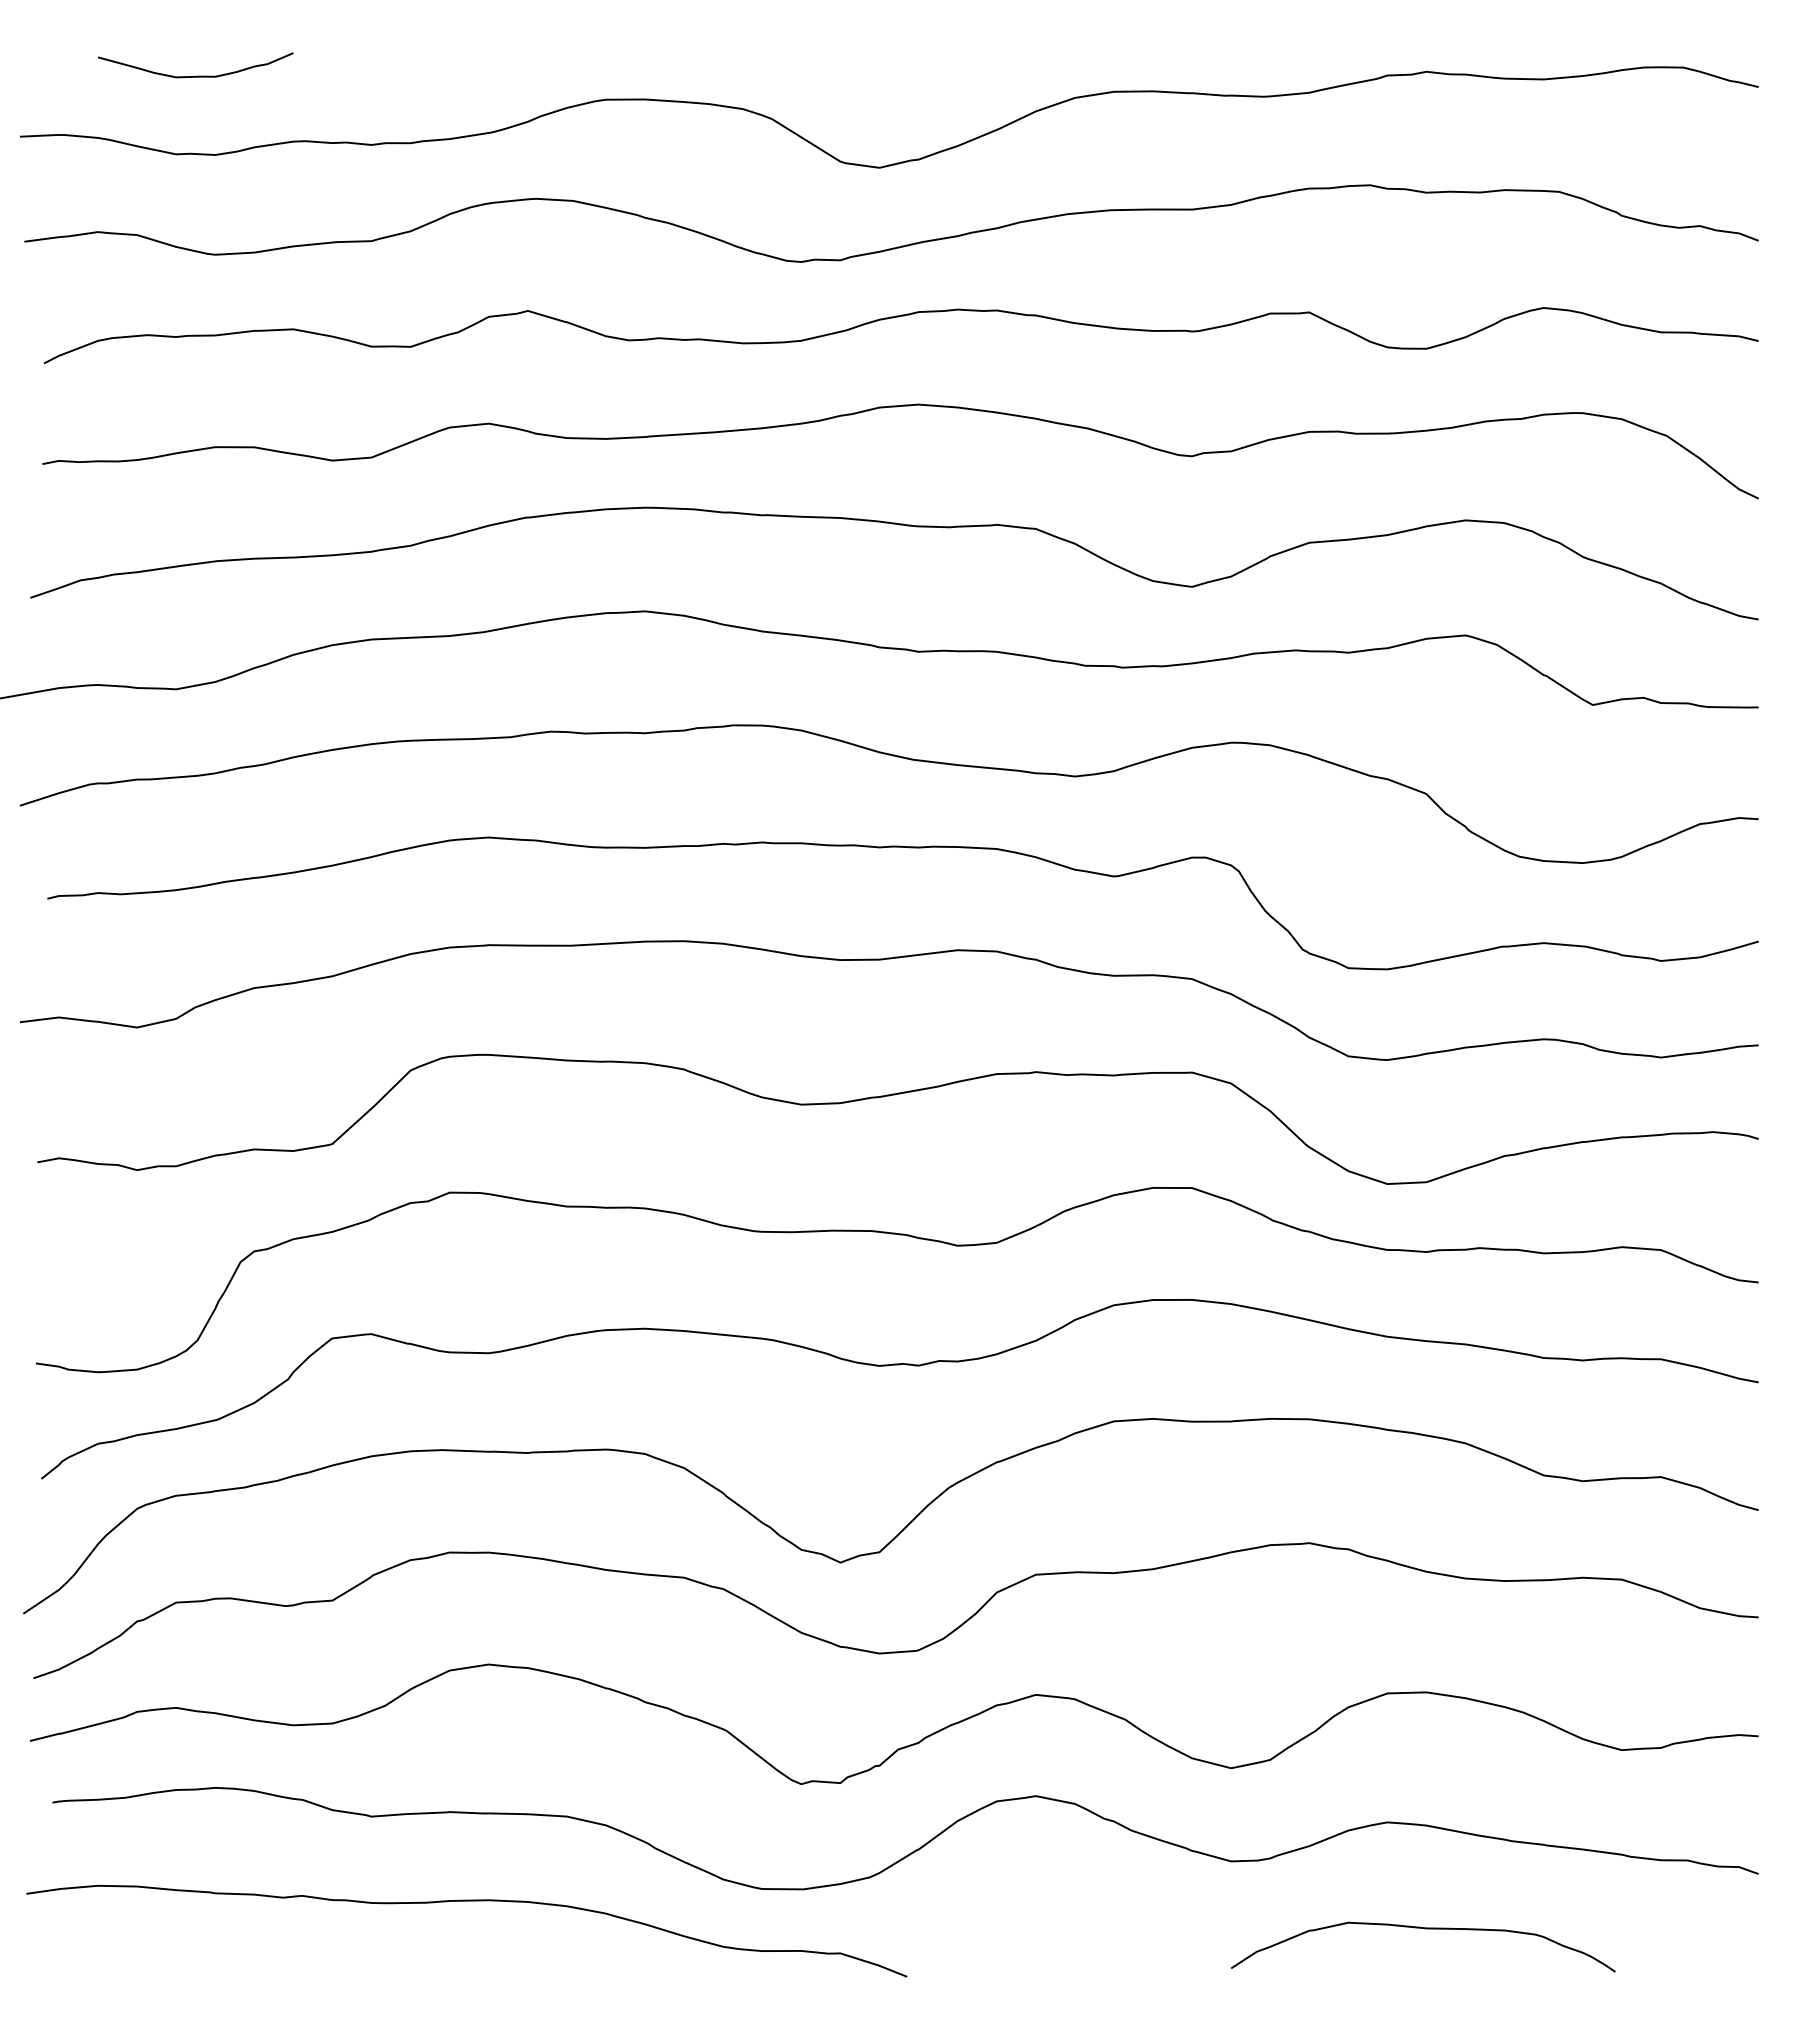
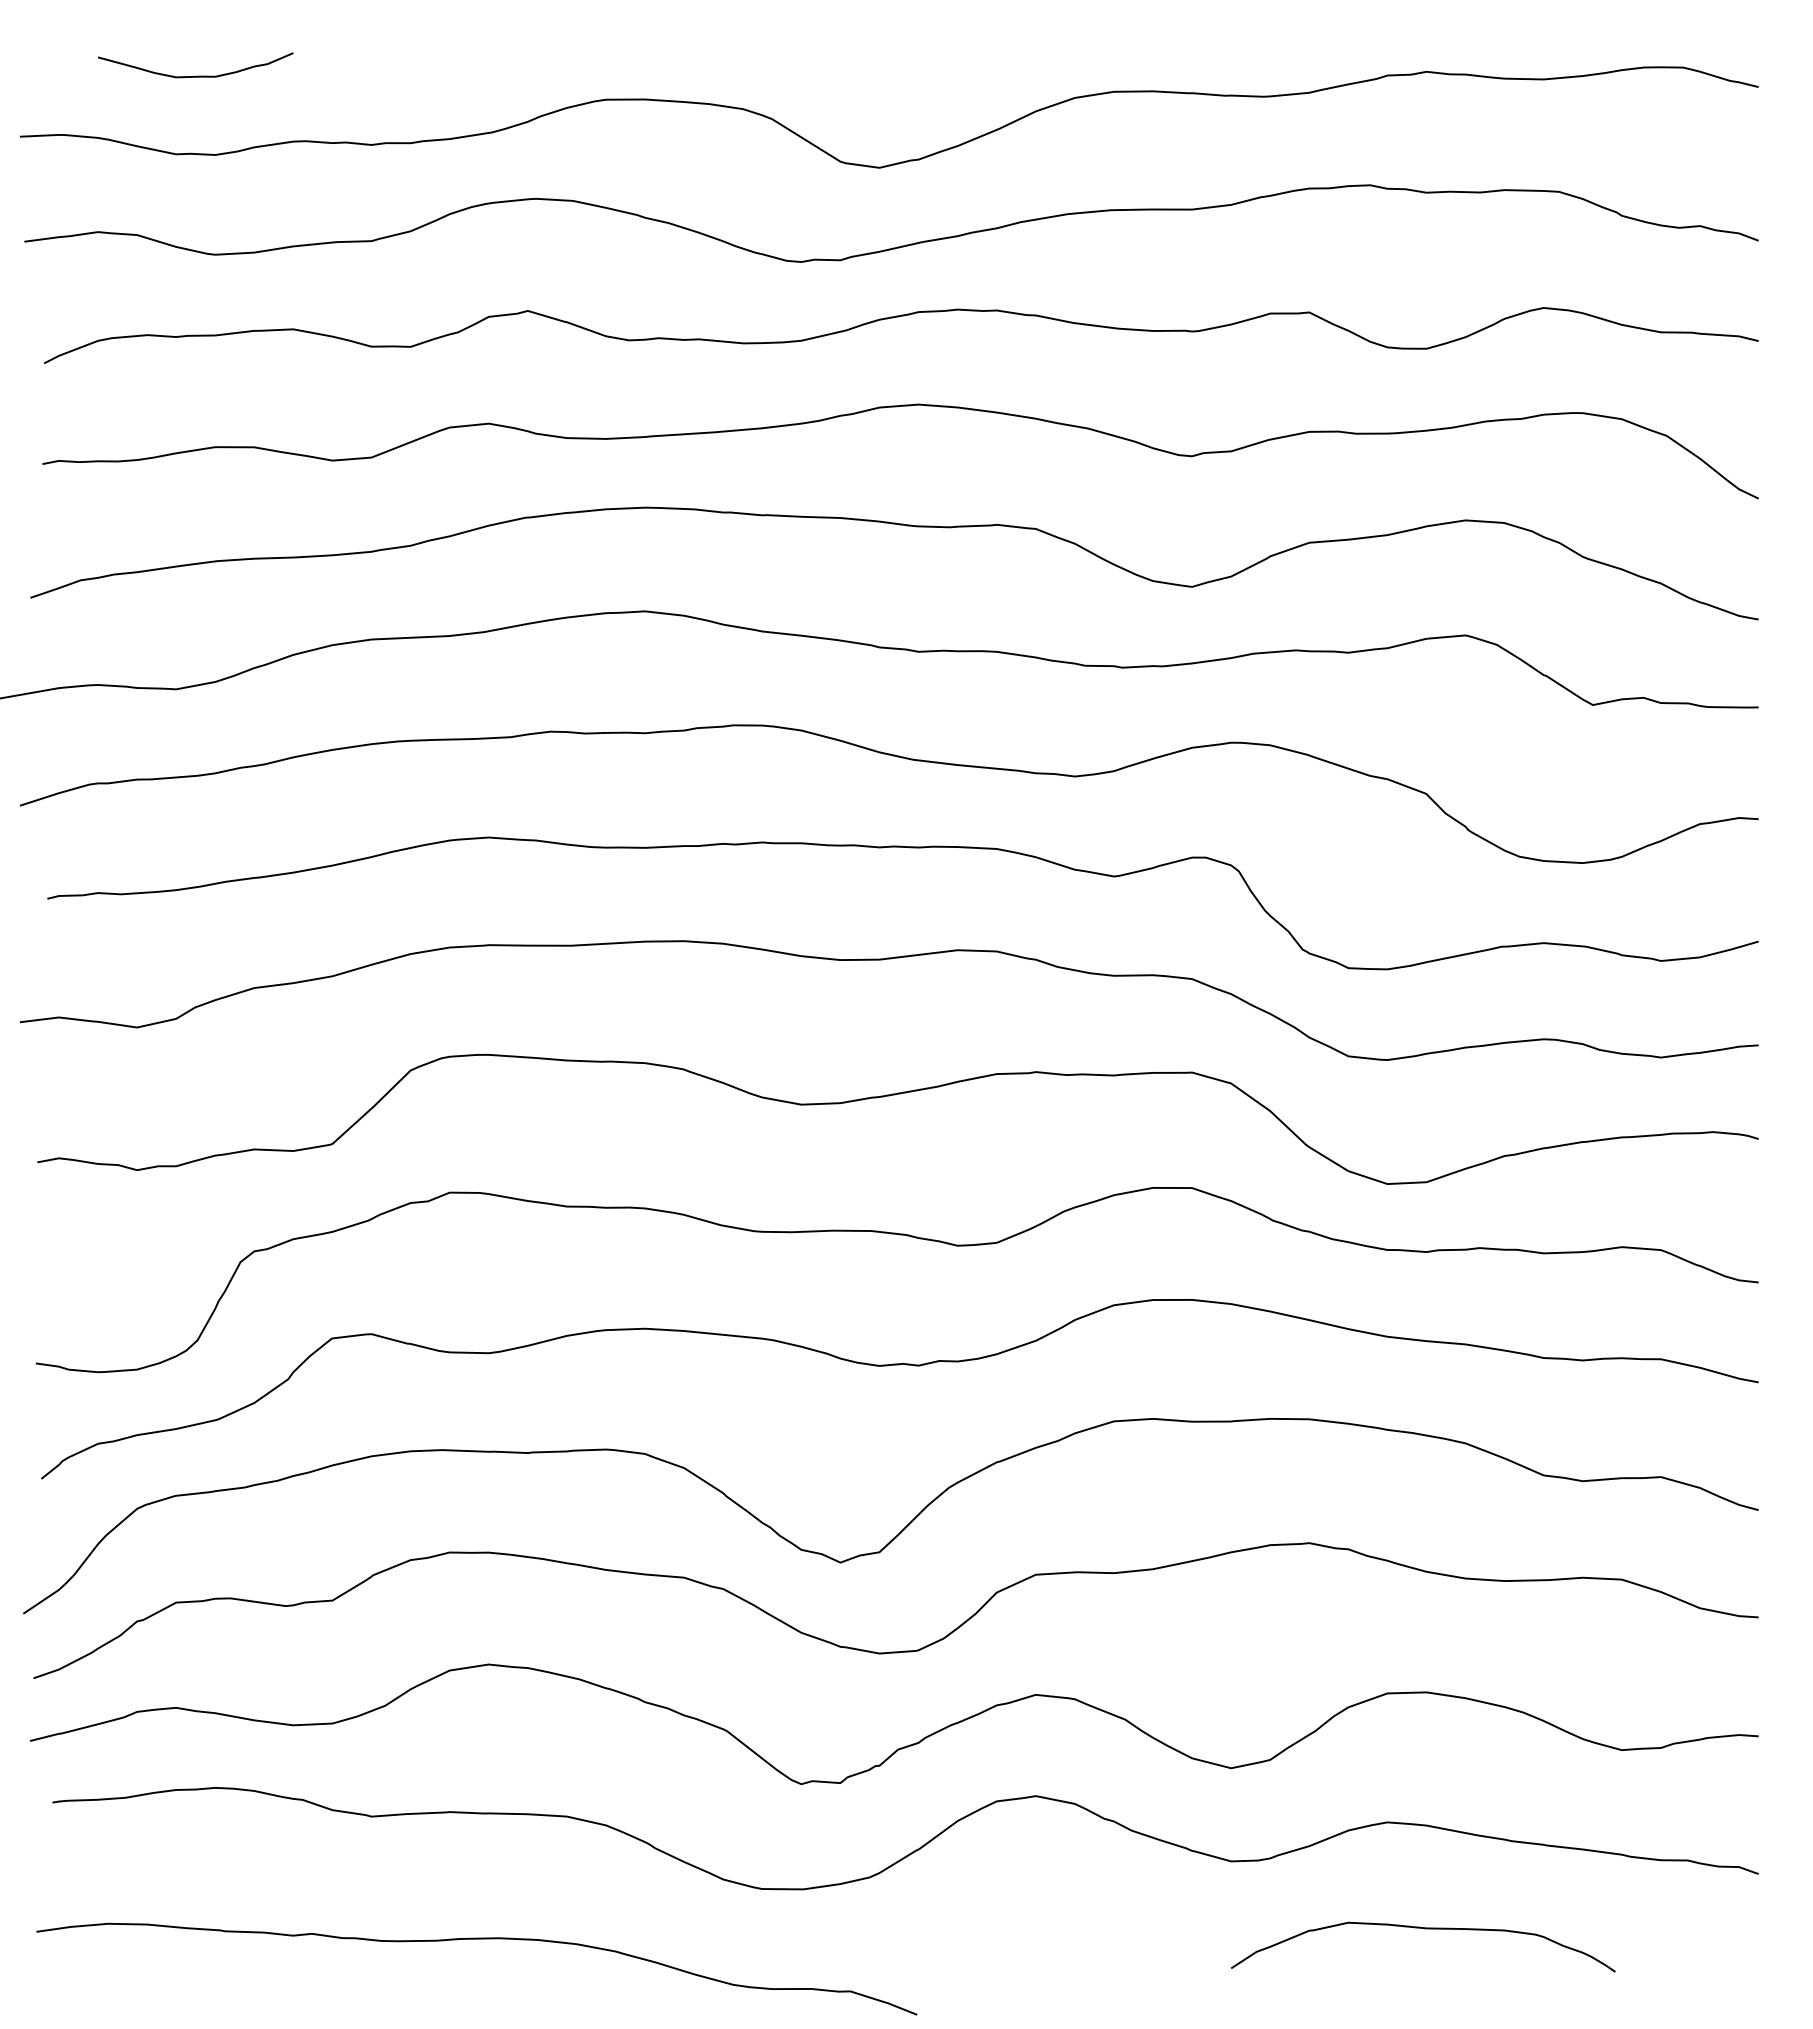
curve at (466, 1901) position: (466, 1901) -> (476, 1939)
